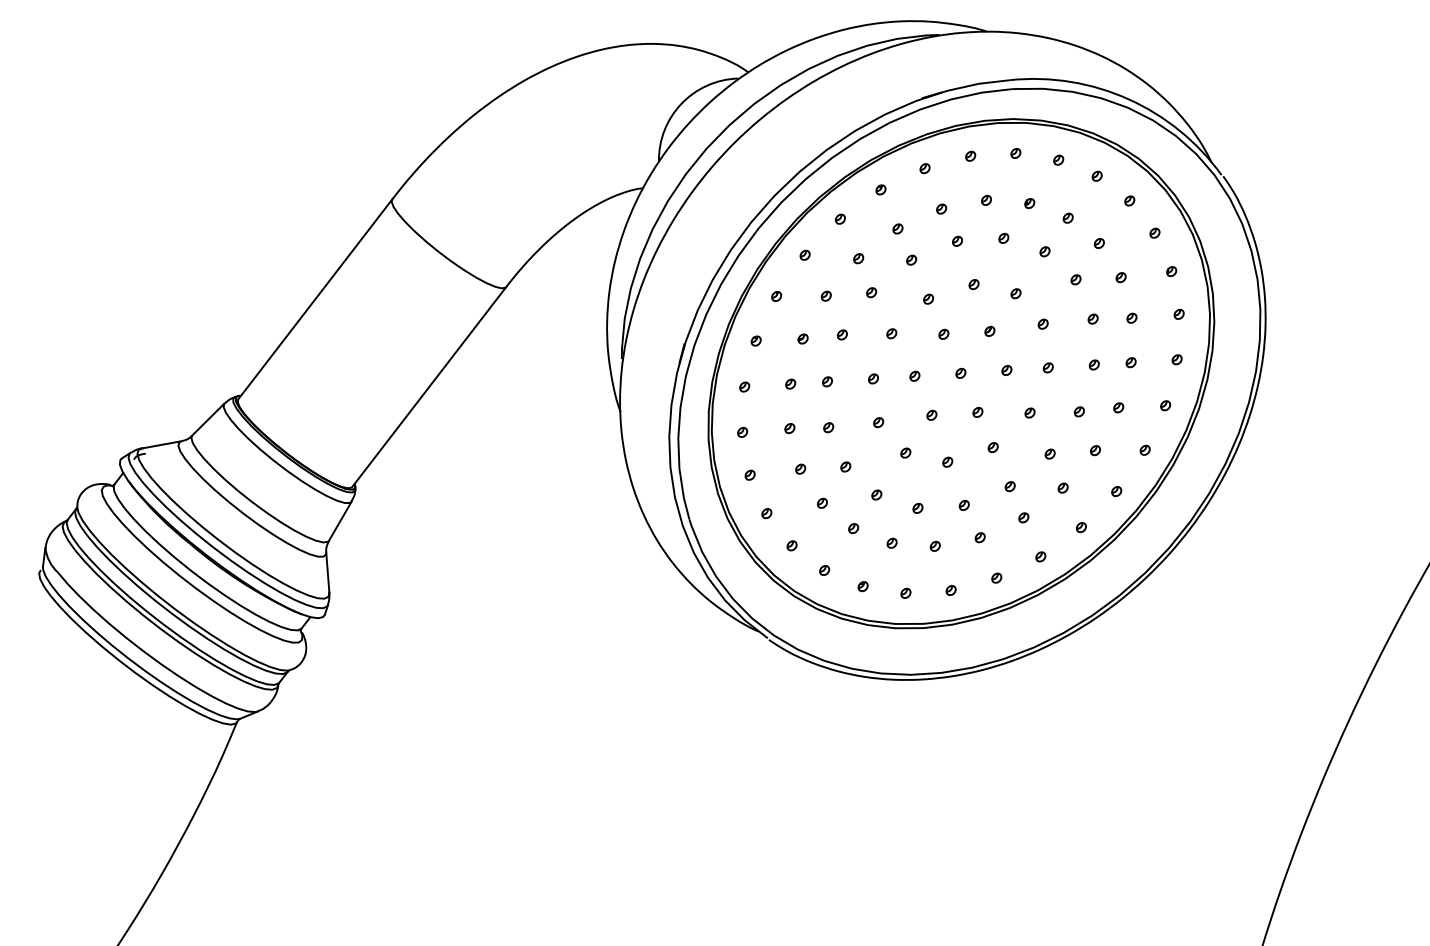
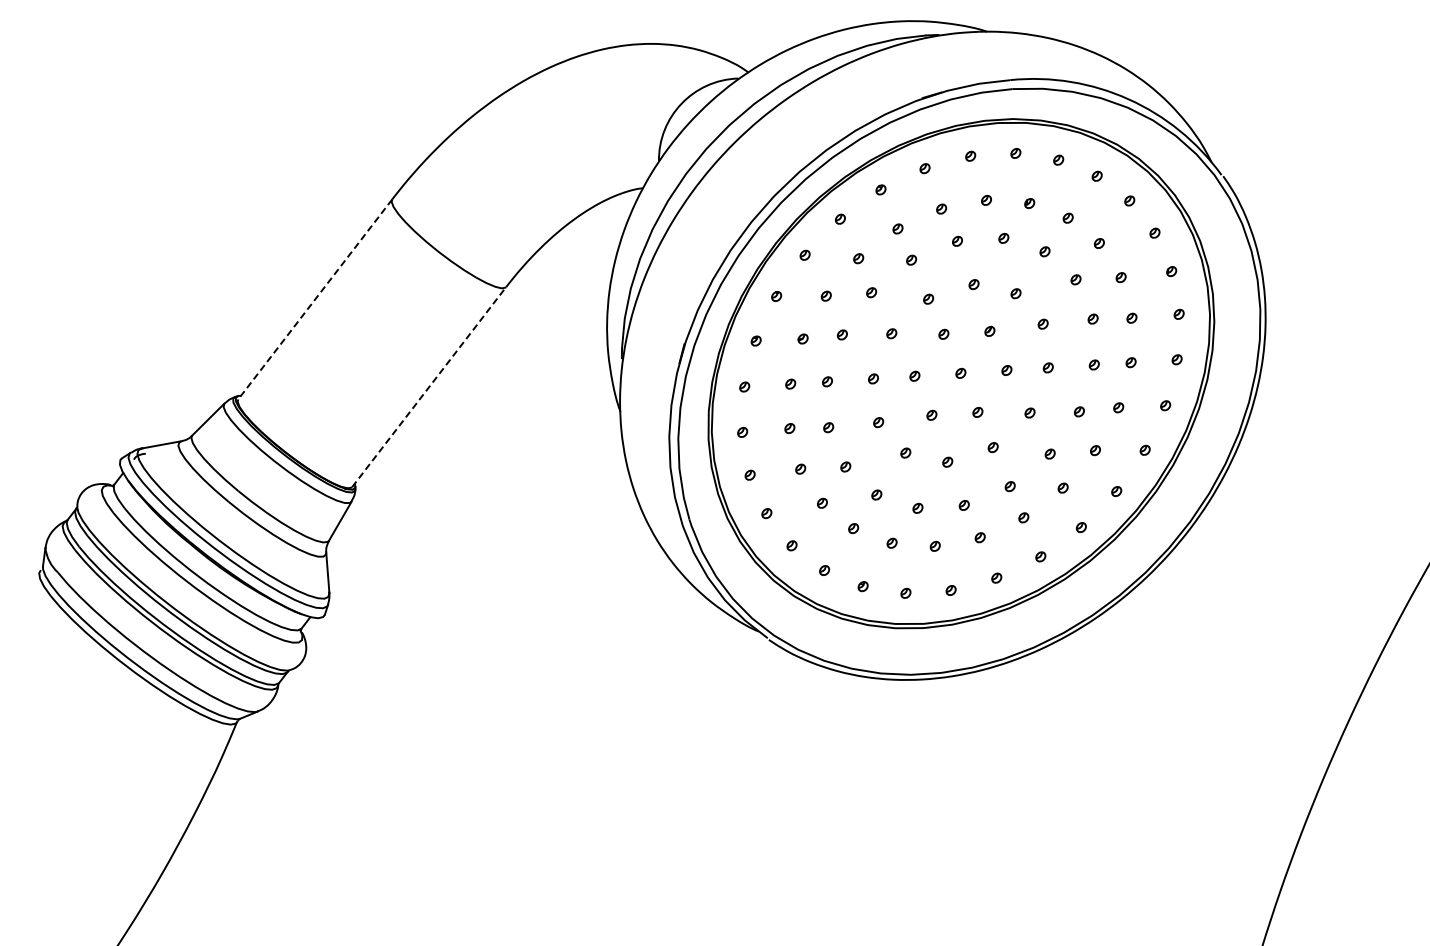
line at (314, 299): solid -> dashed
line at (429, 386): solid -> dashed
